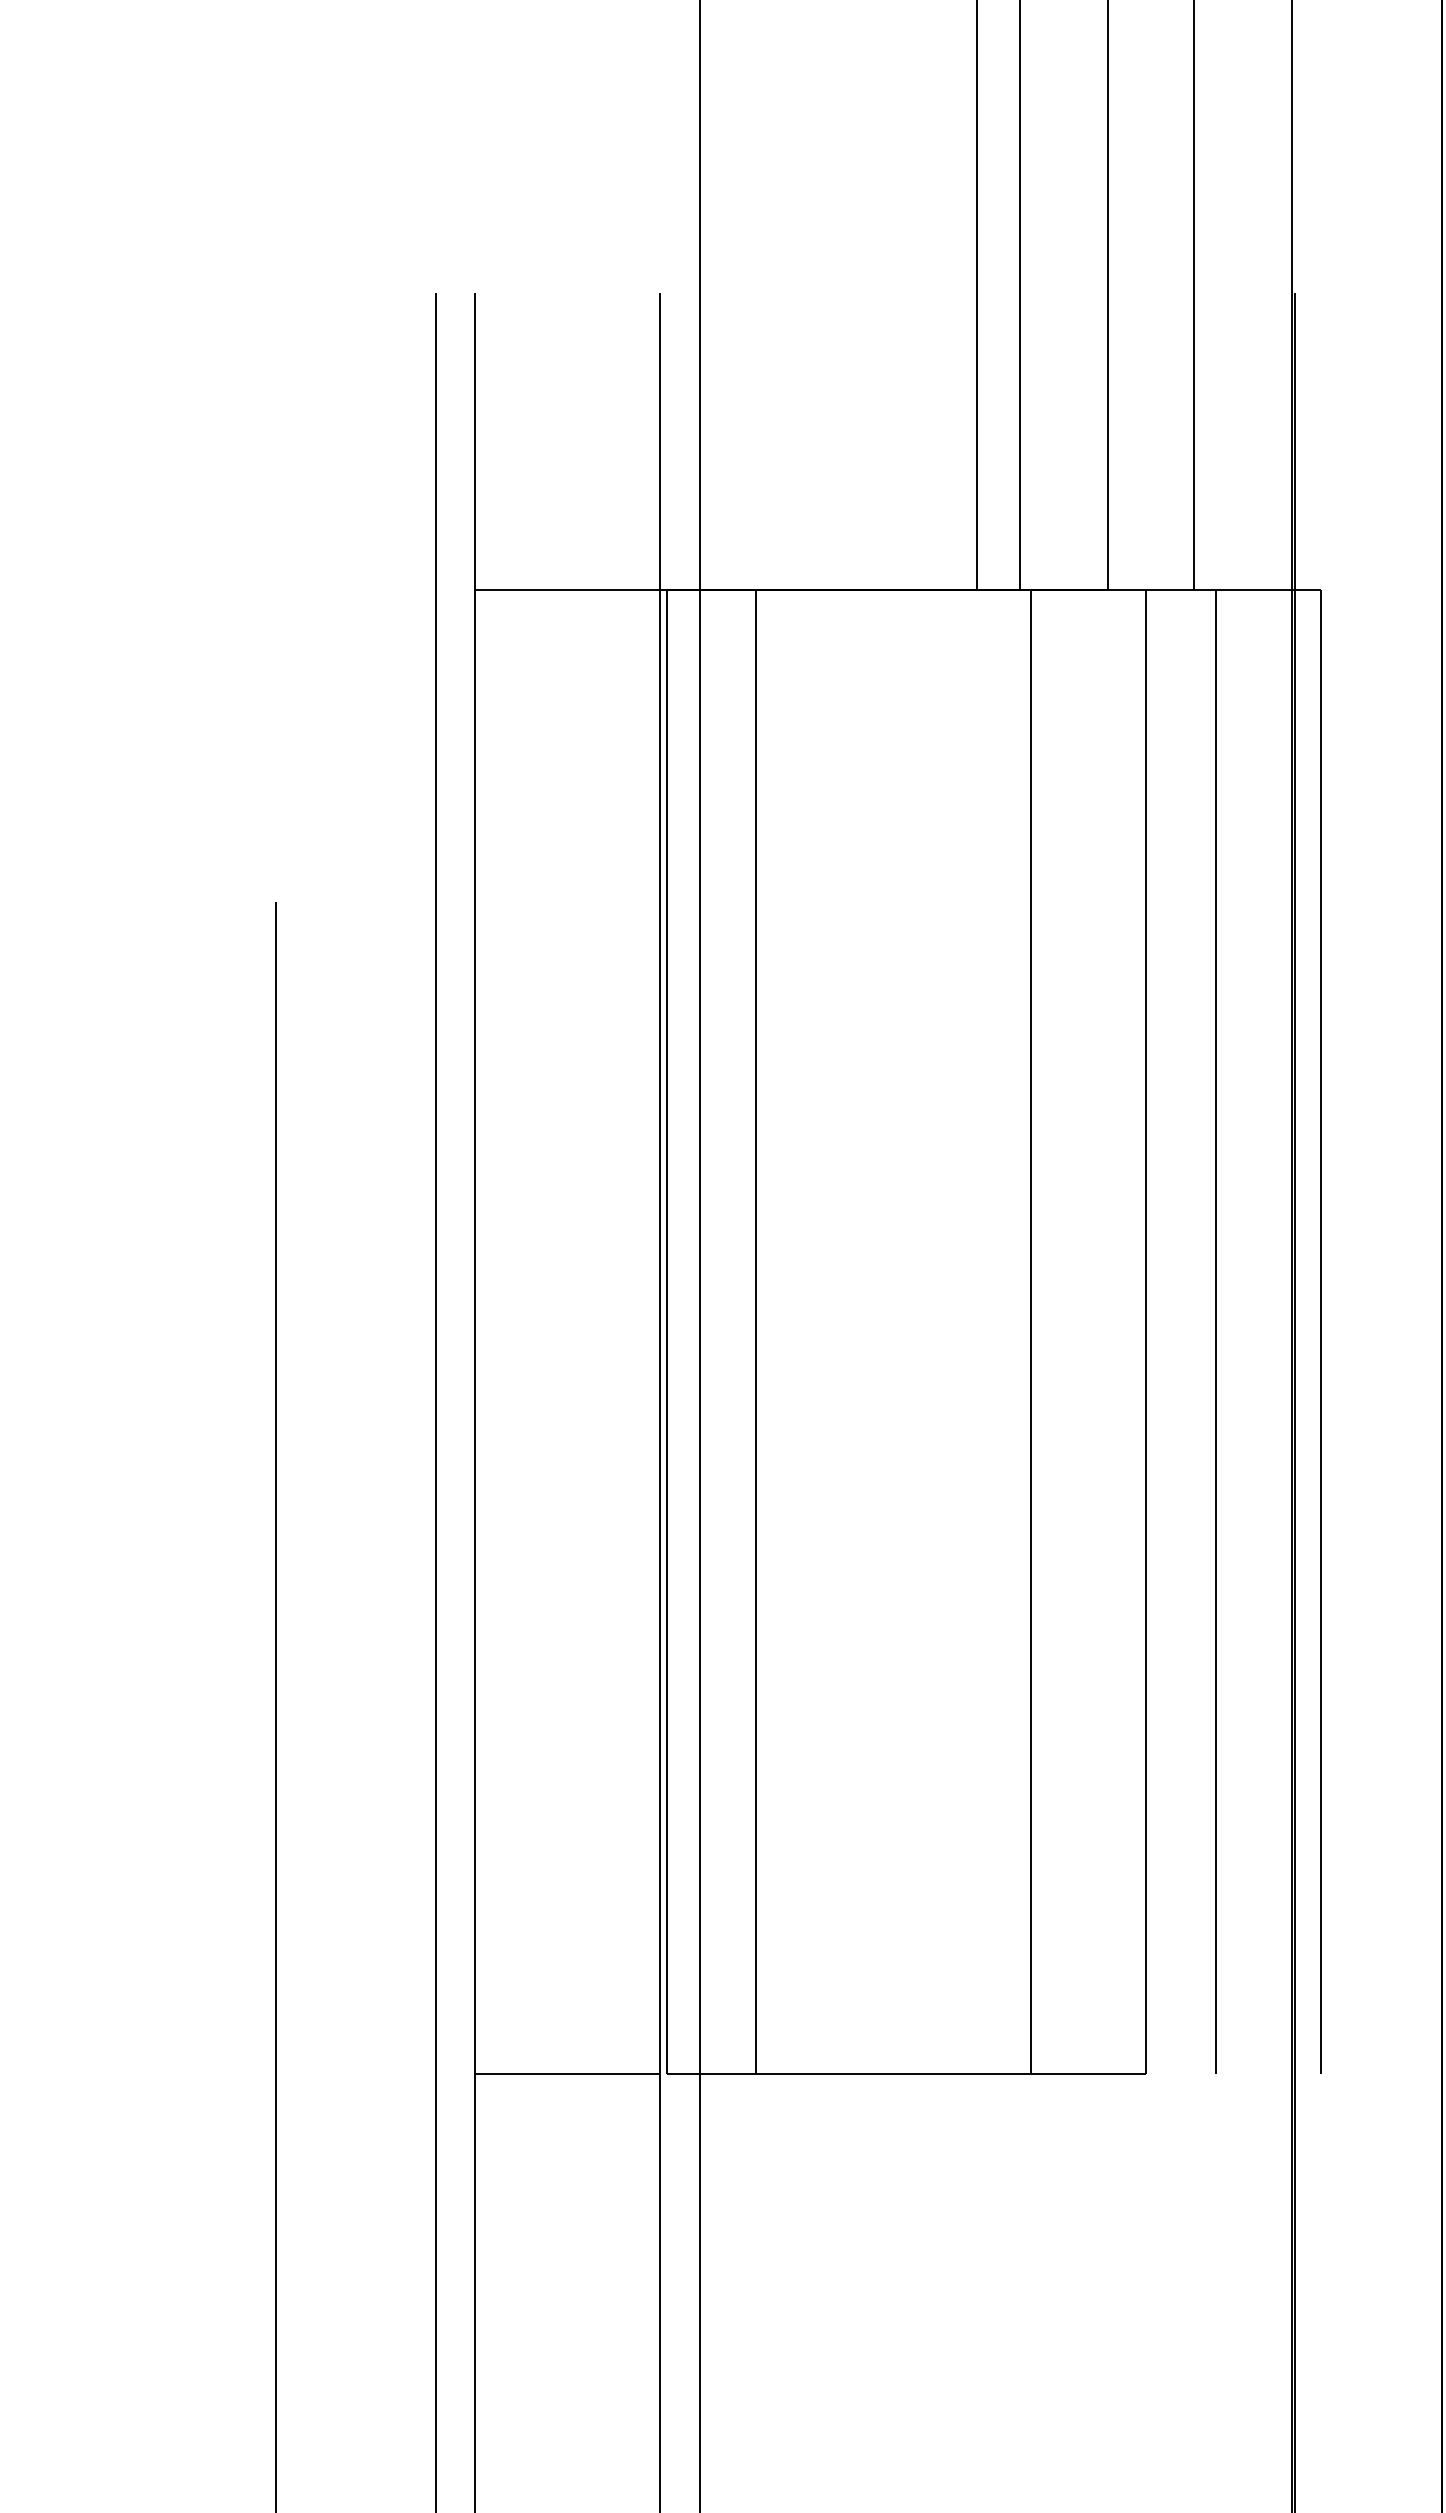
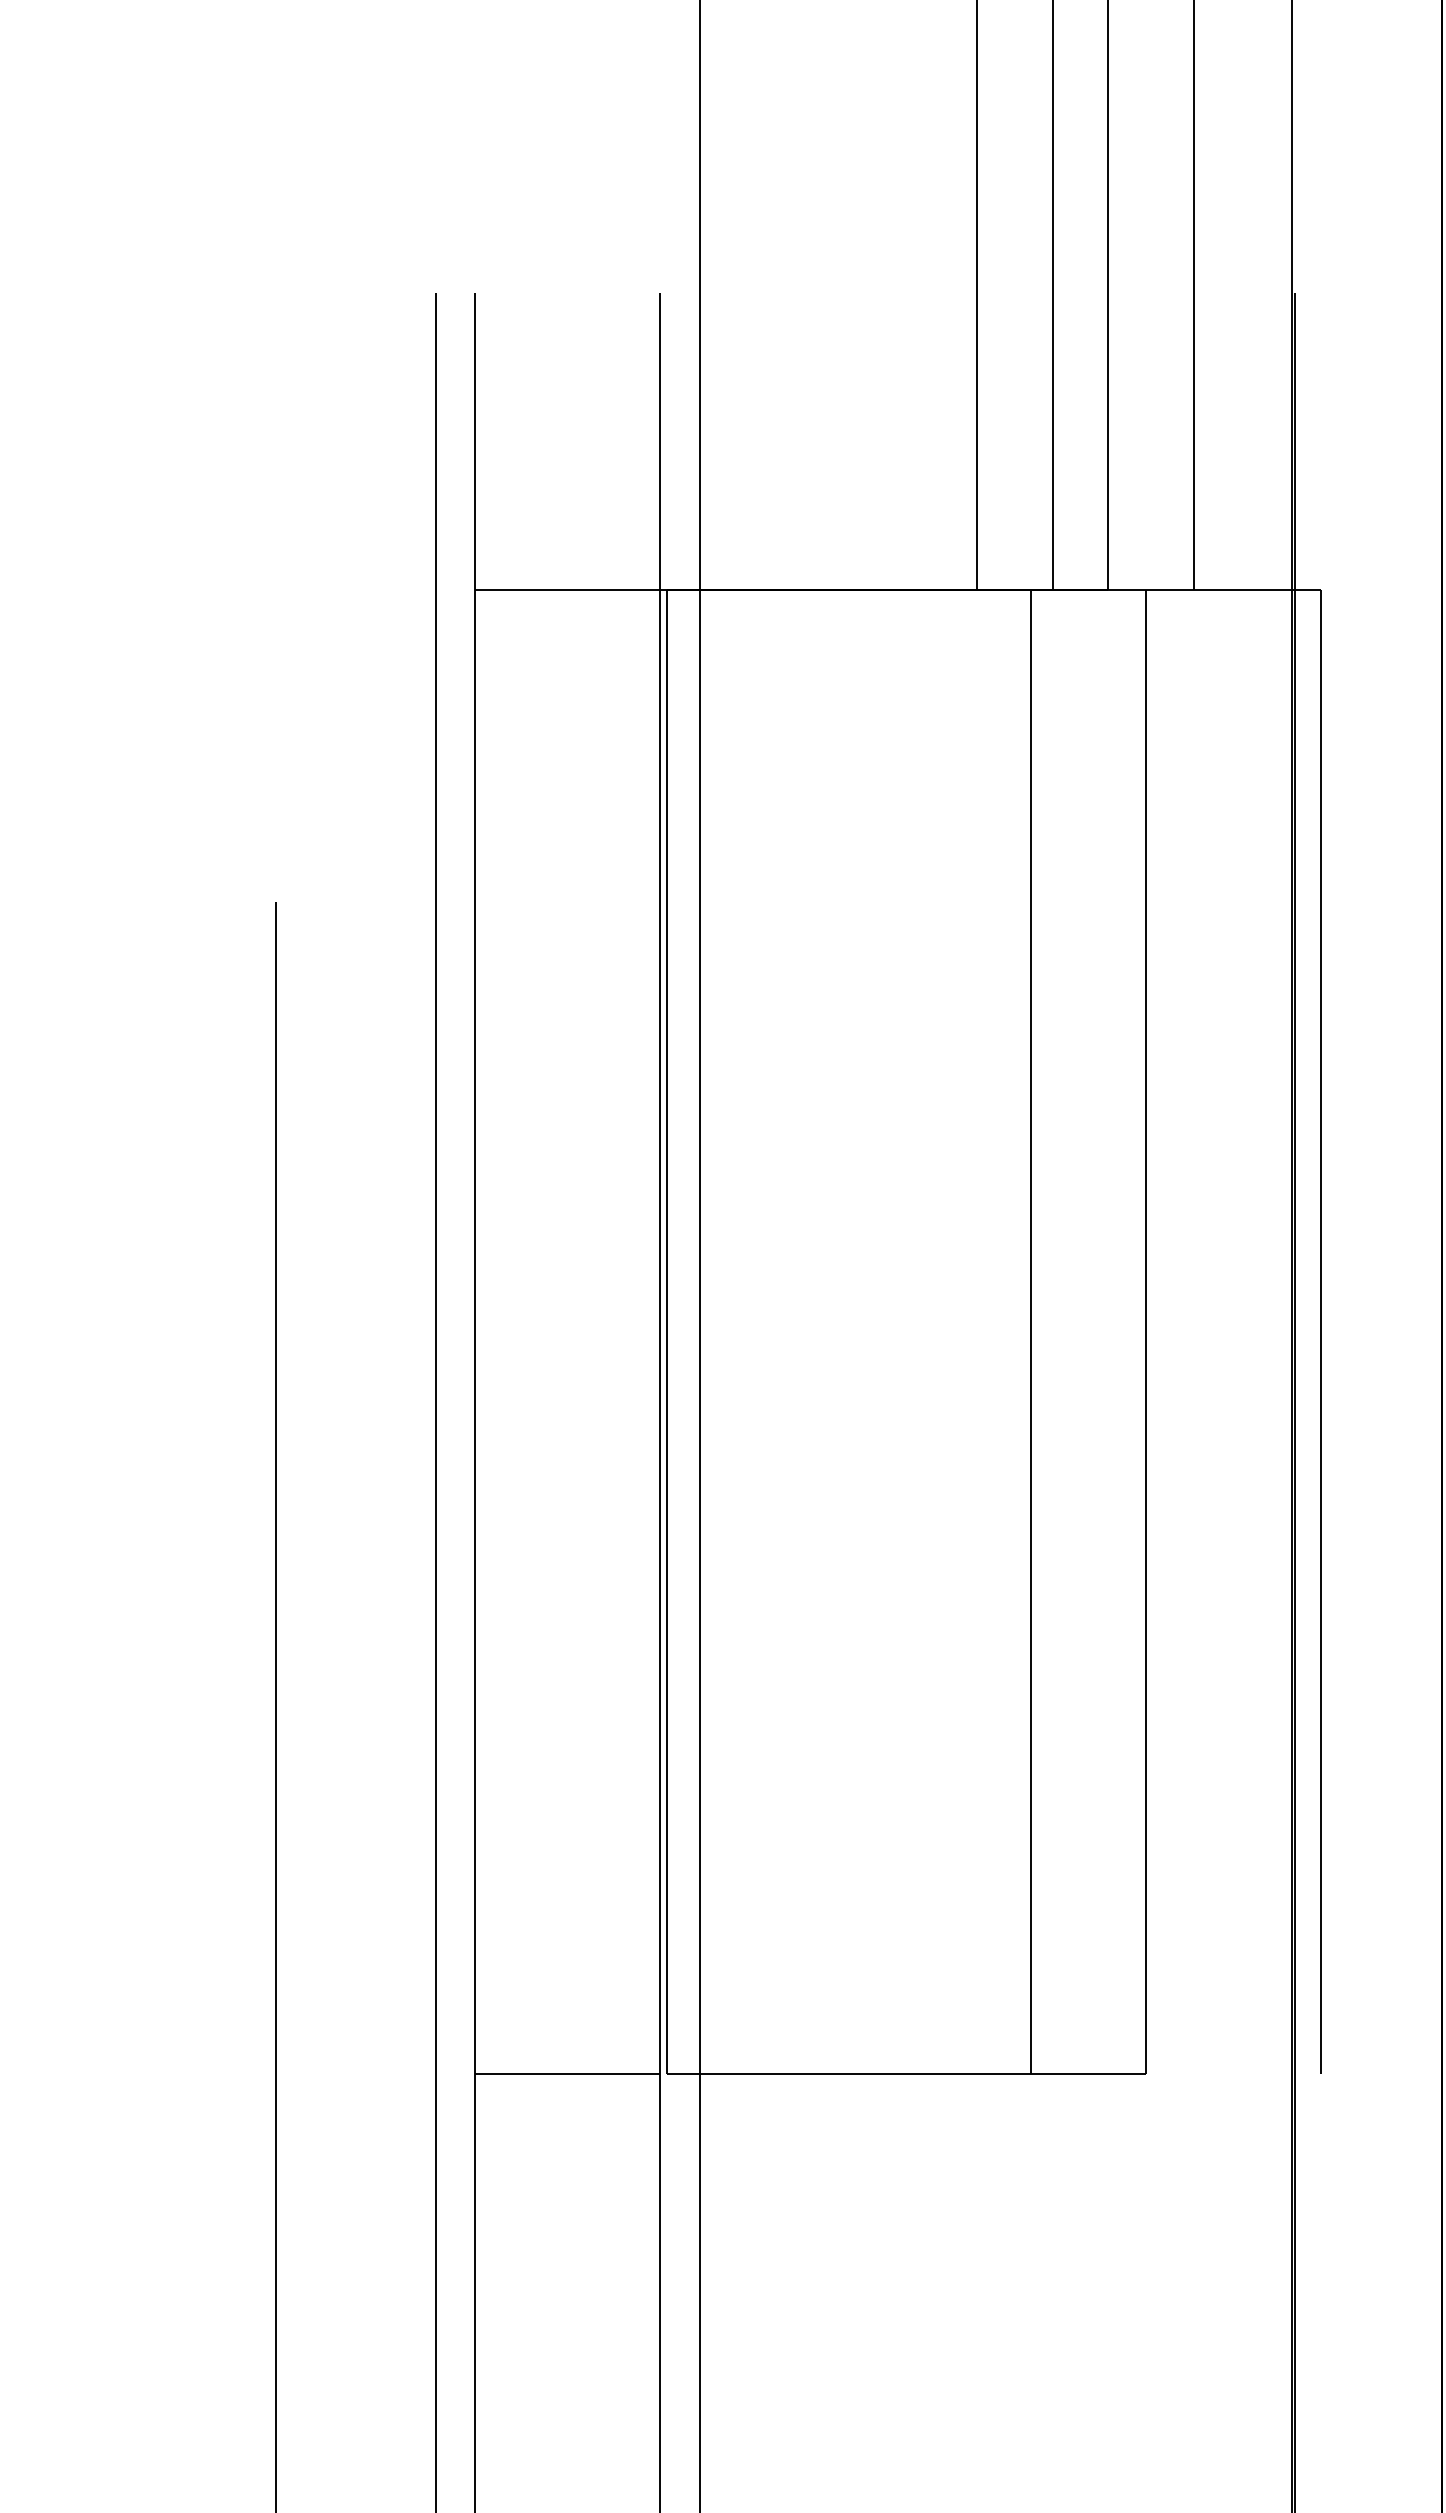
line at (1019, 296) position: (1019, 296) -> (1052, 296)
line at (756, 1331): present -> none
line at (1216, 1331): present -> none
